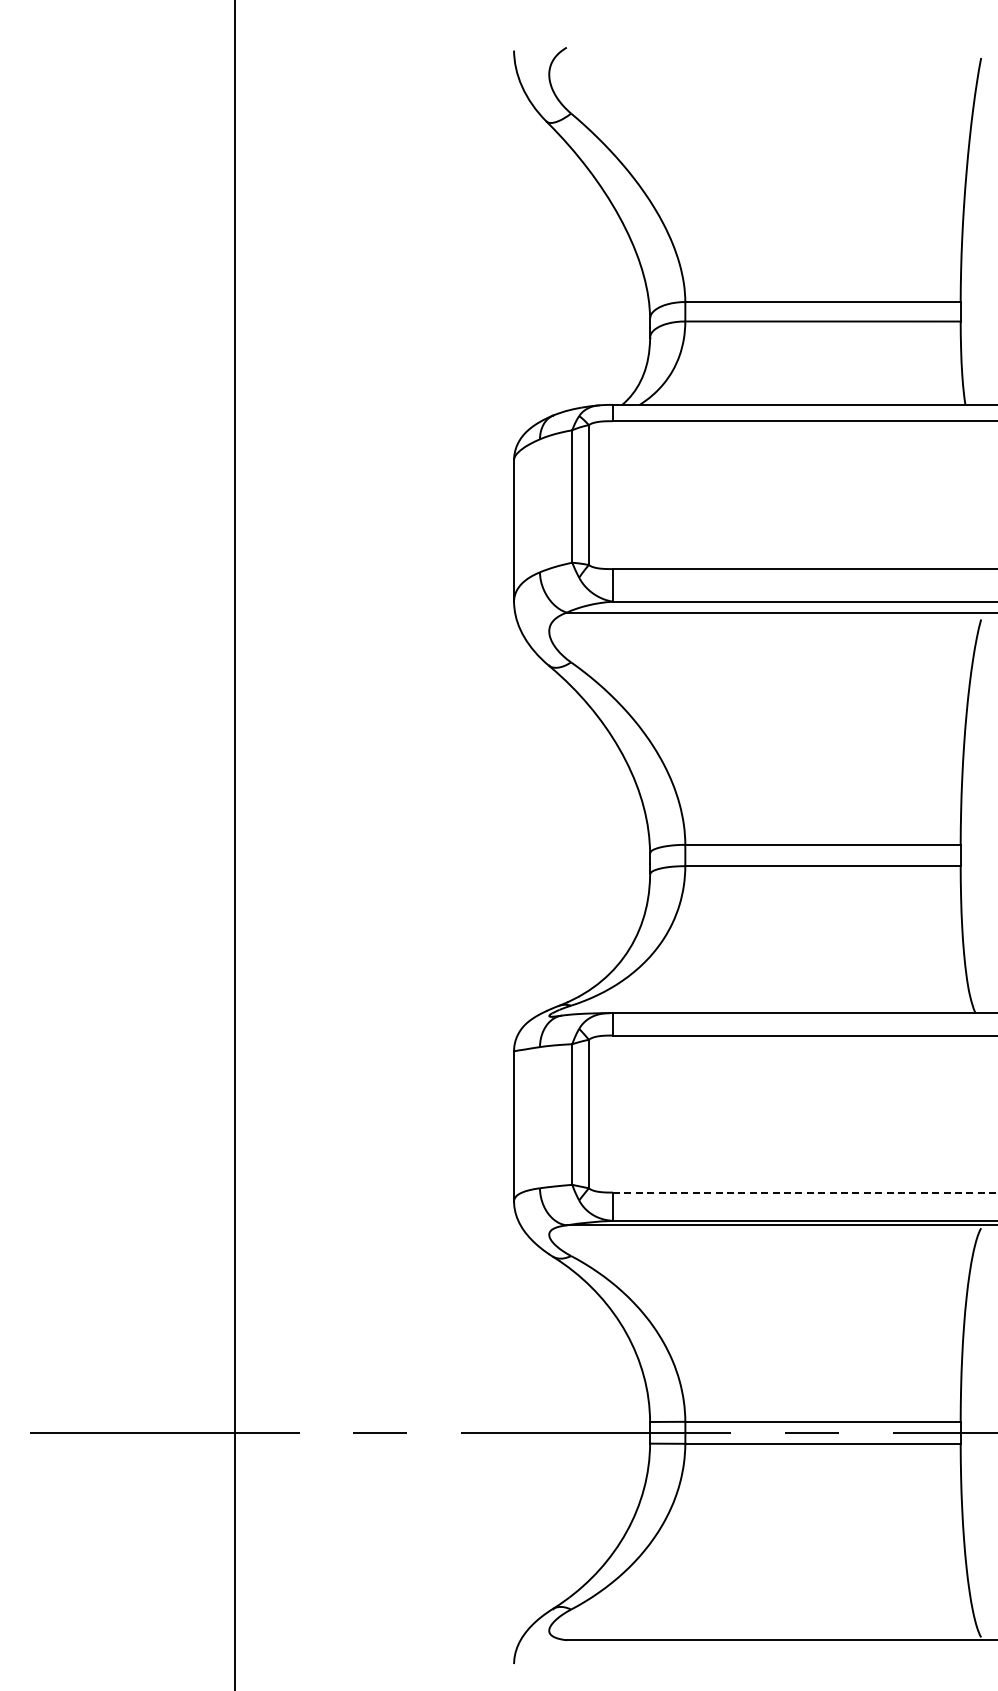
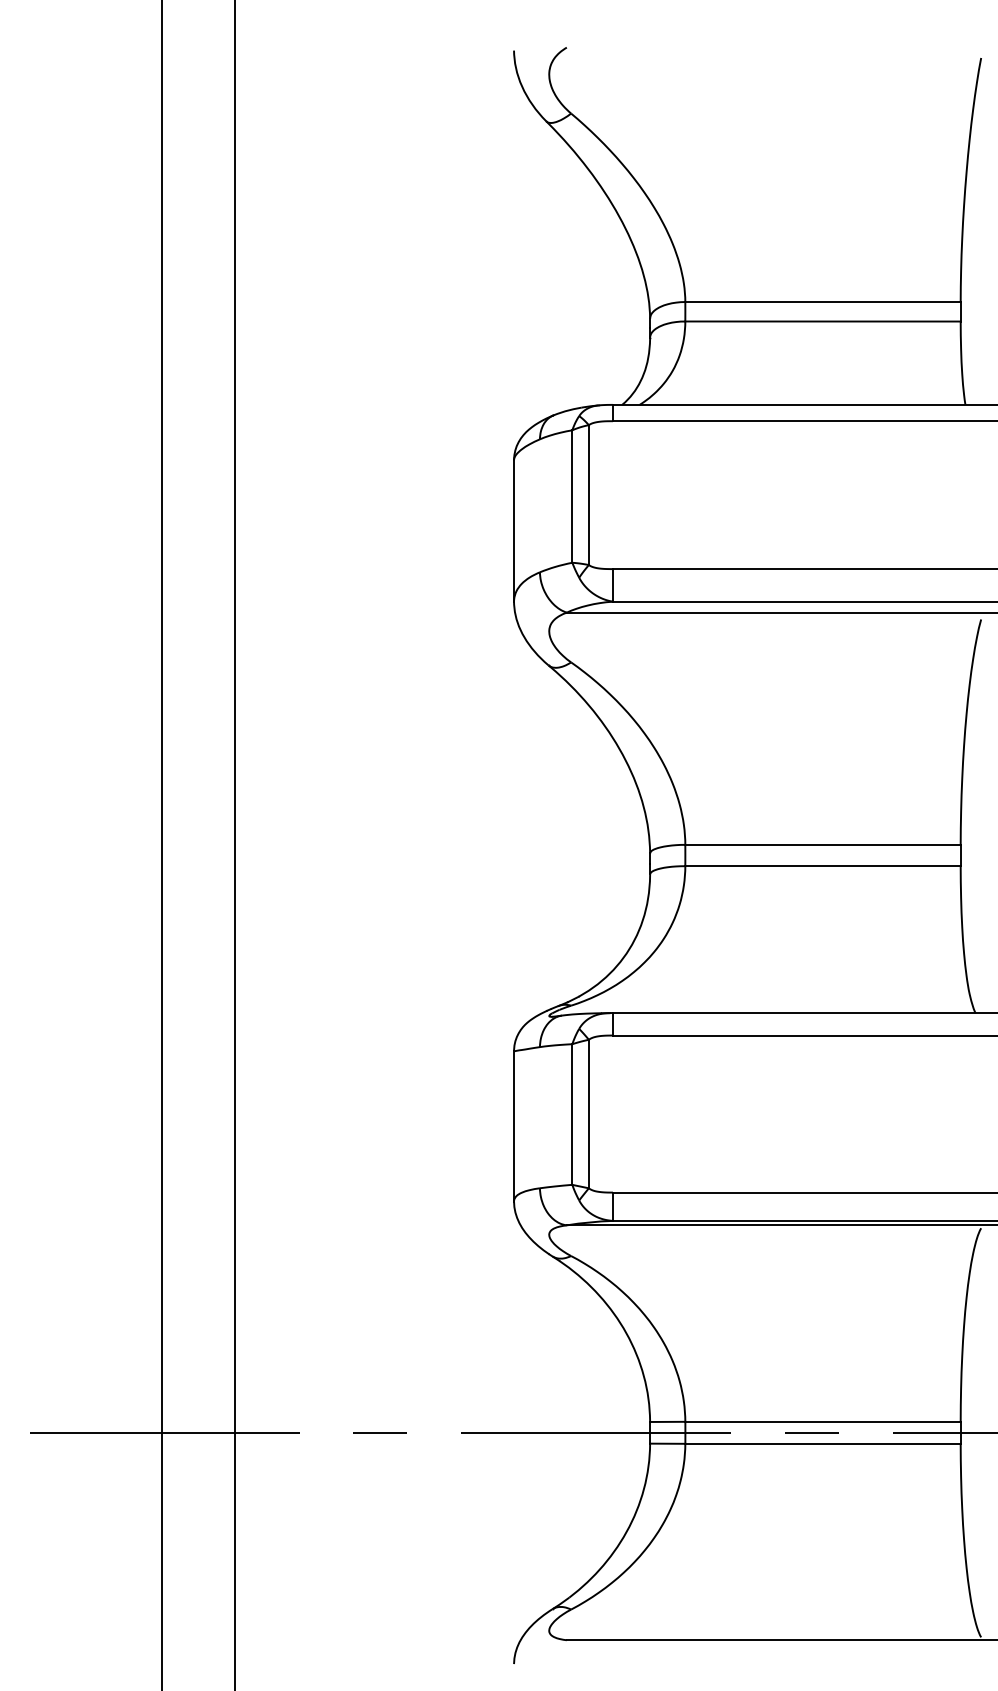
line at (161, 844): none -> present
line at (805, 1192): dashed -> solid
